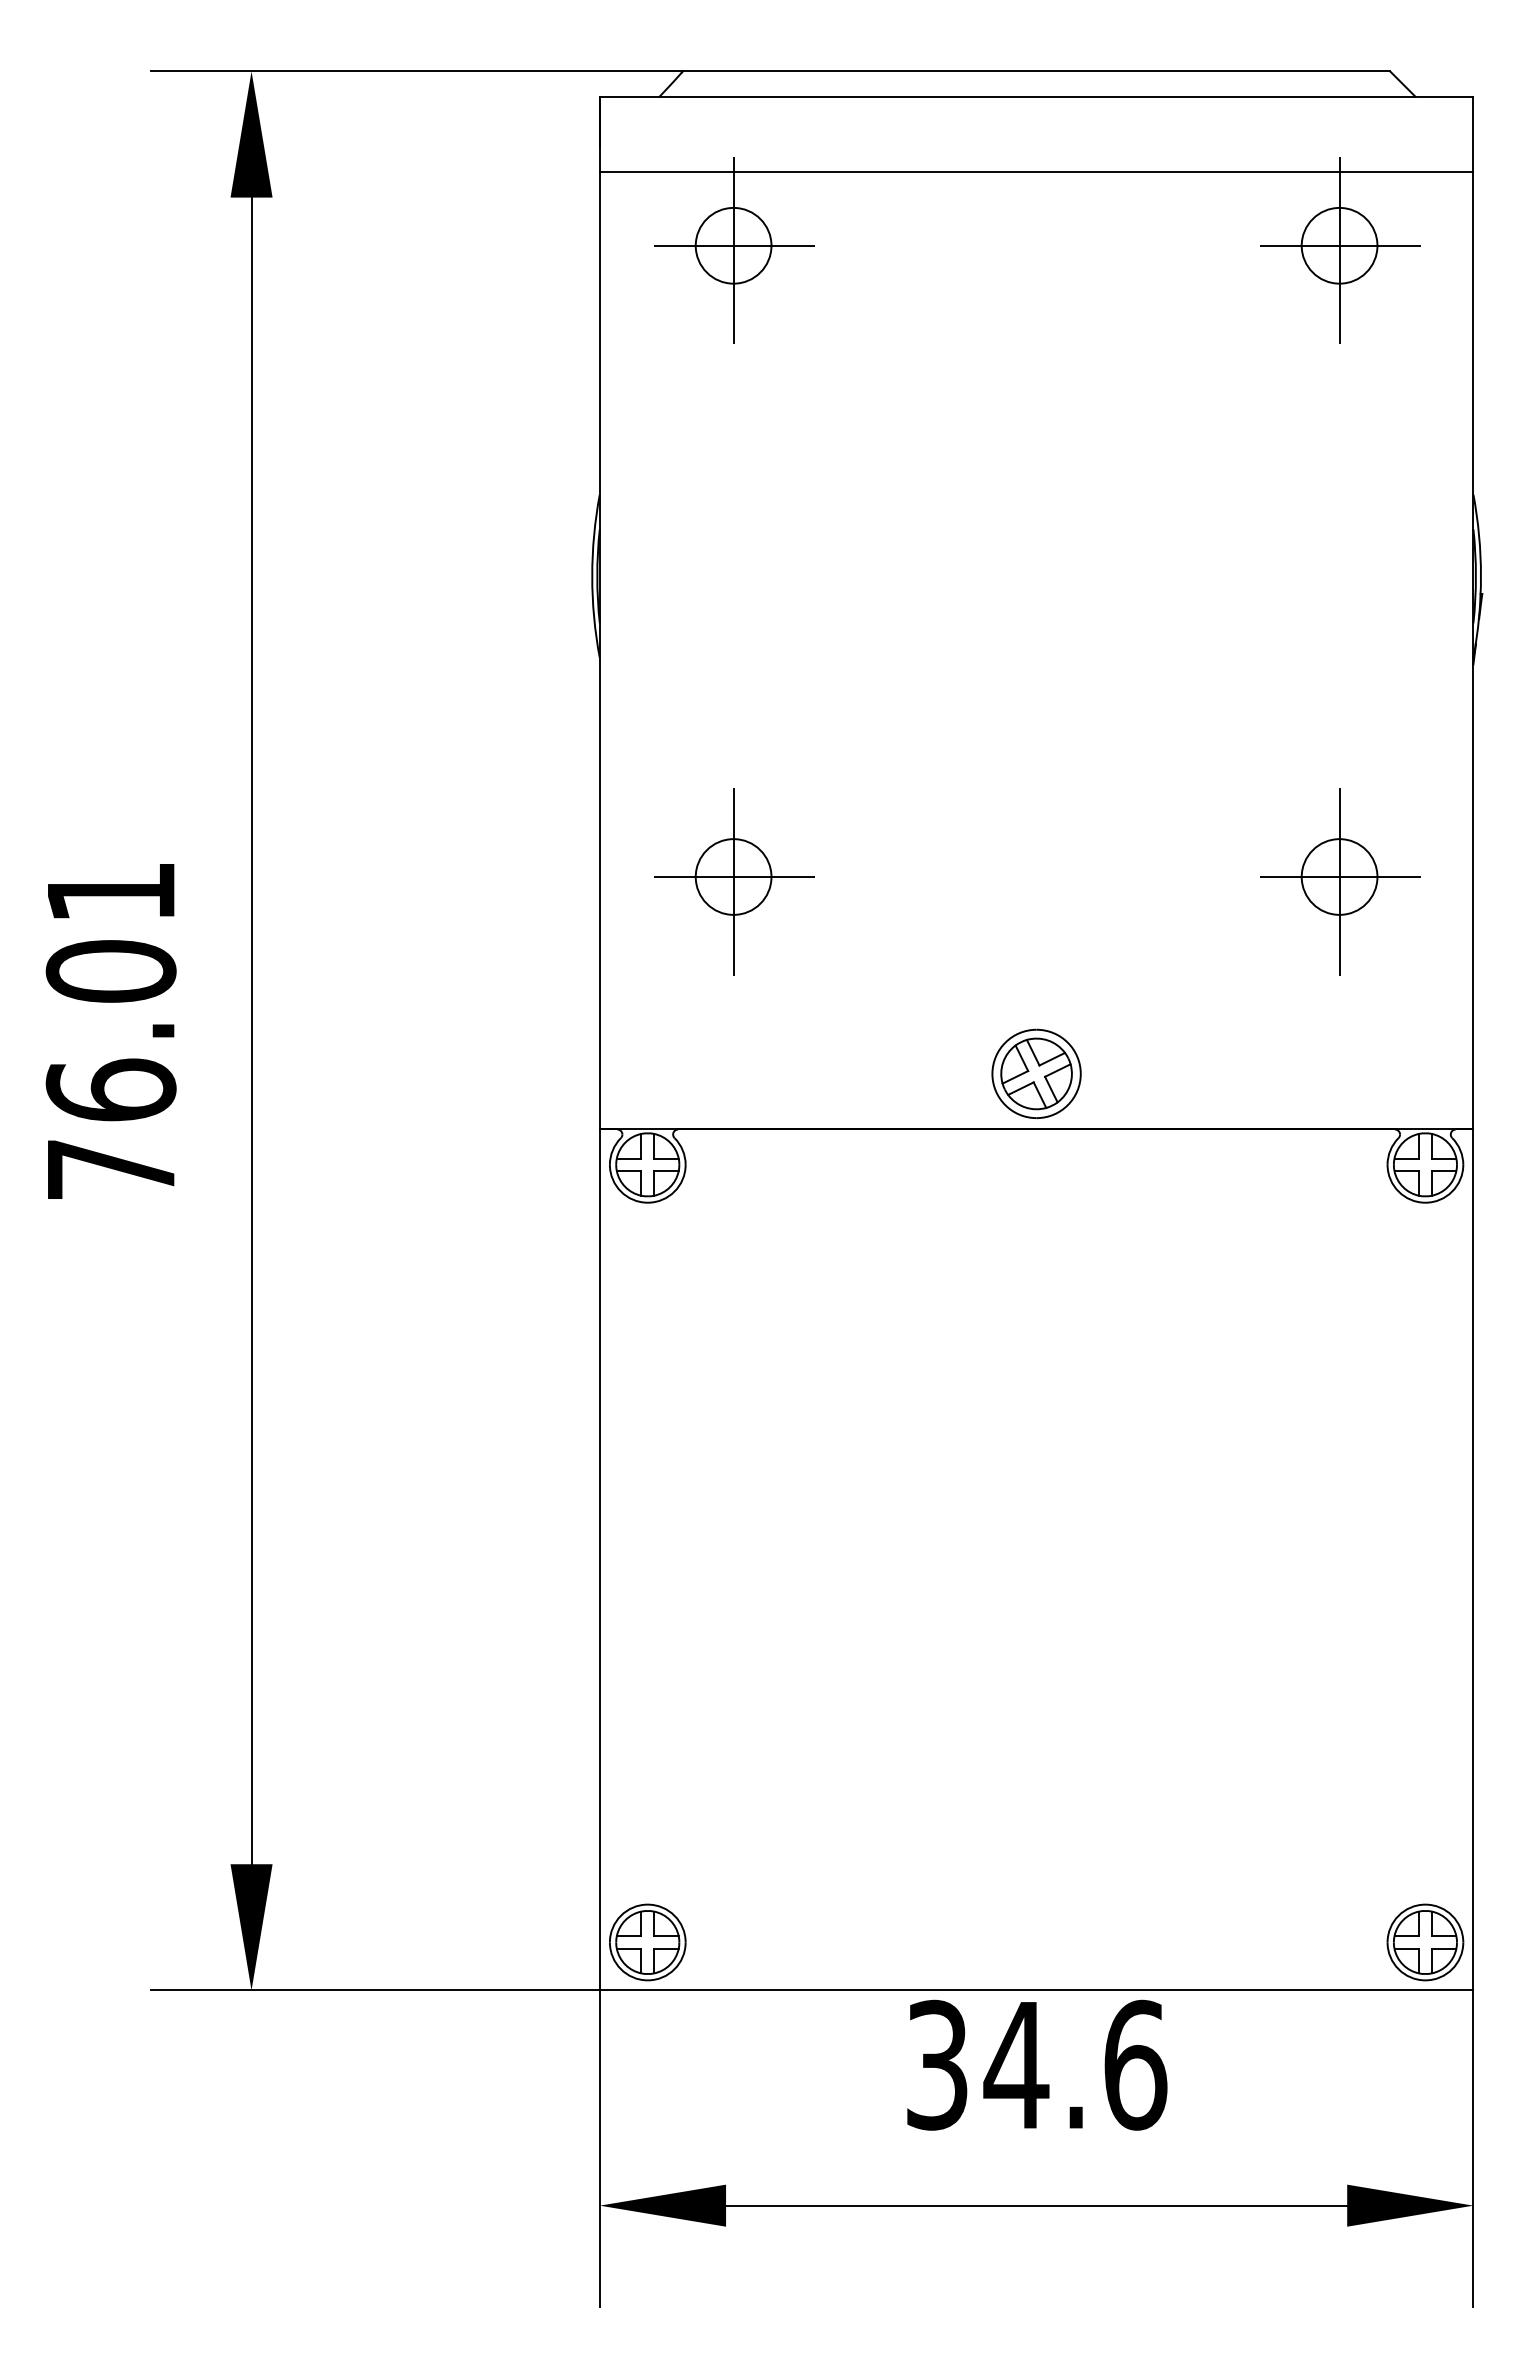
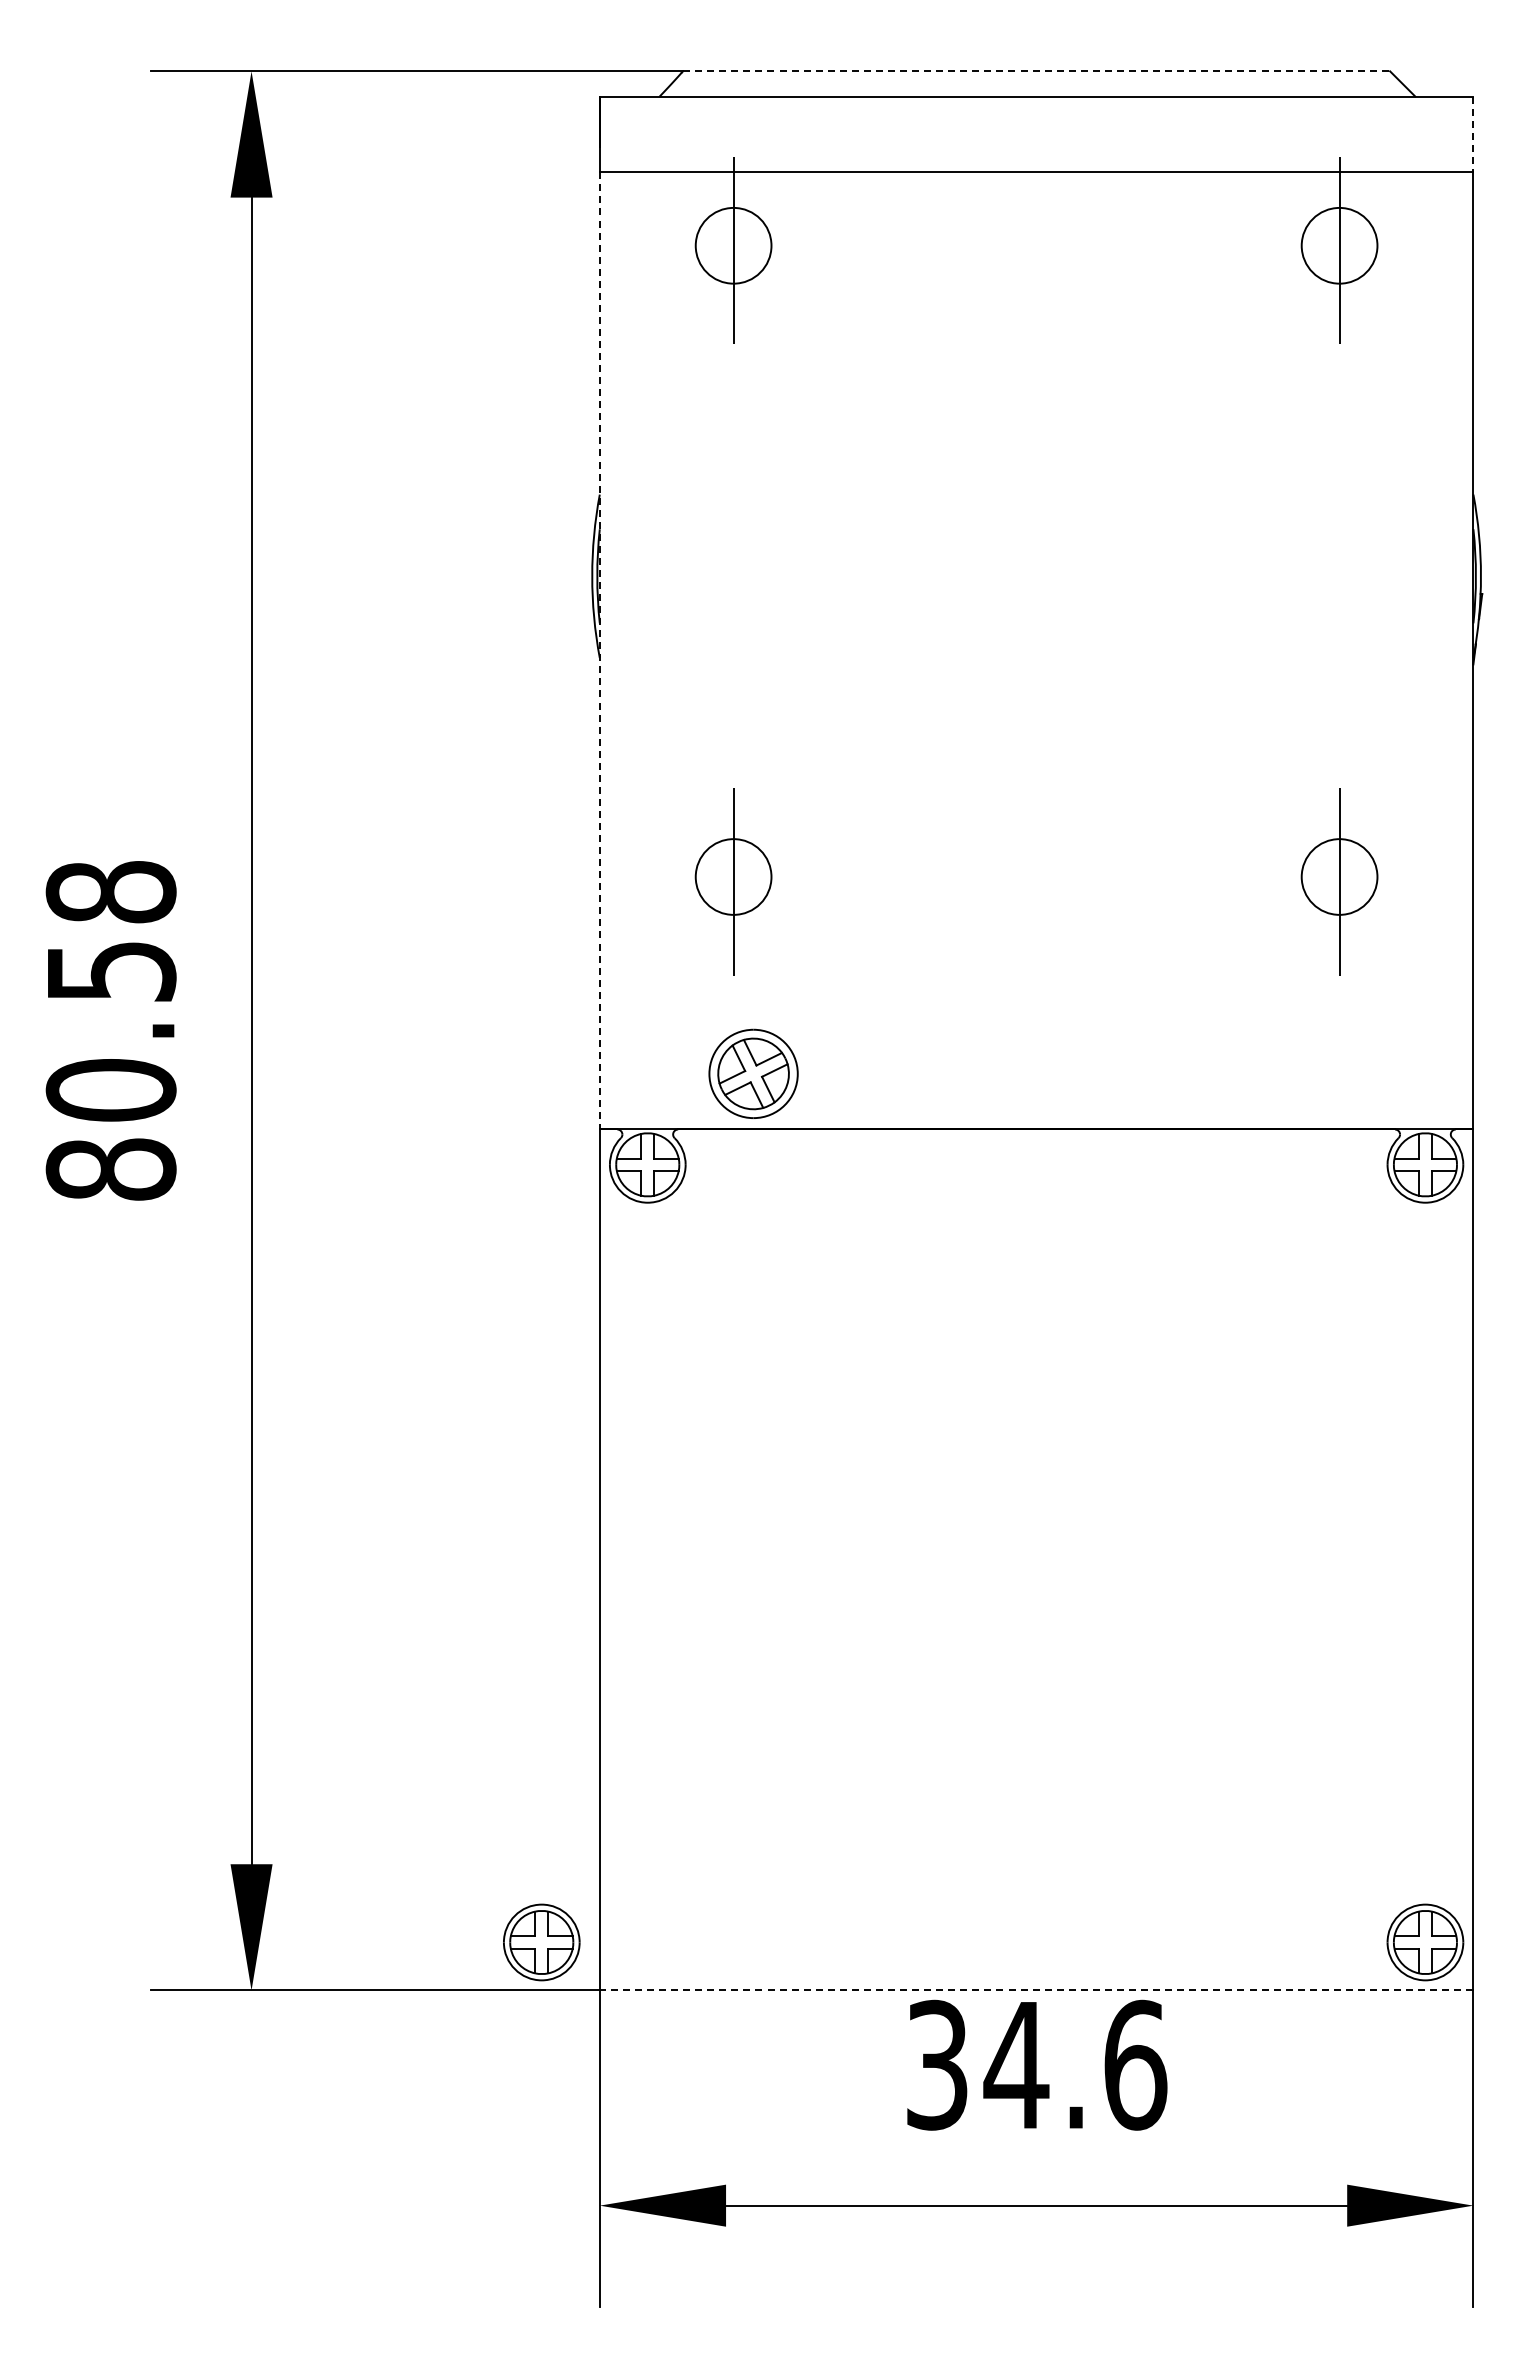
line at (1037, 71): solid -> dashed
line at (1473, 134): solid -> dashed
line at (733, 245): present -> none
line at (1339, 245): present -> none
line at (599, 650): solid -> dashed
line at (733, 877): present -> none
line at (1339, 877): present -> none
text at (110, 1030): 76.01 -> 80.58
part at (1036, 1073) position: (1036, 1073) -> (753, 1073)
part at (647, 1942) position: (647, 1942) -> (541, 1942)
line at (1036, 1990): solid -> dashed
